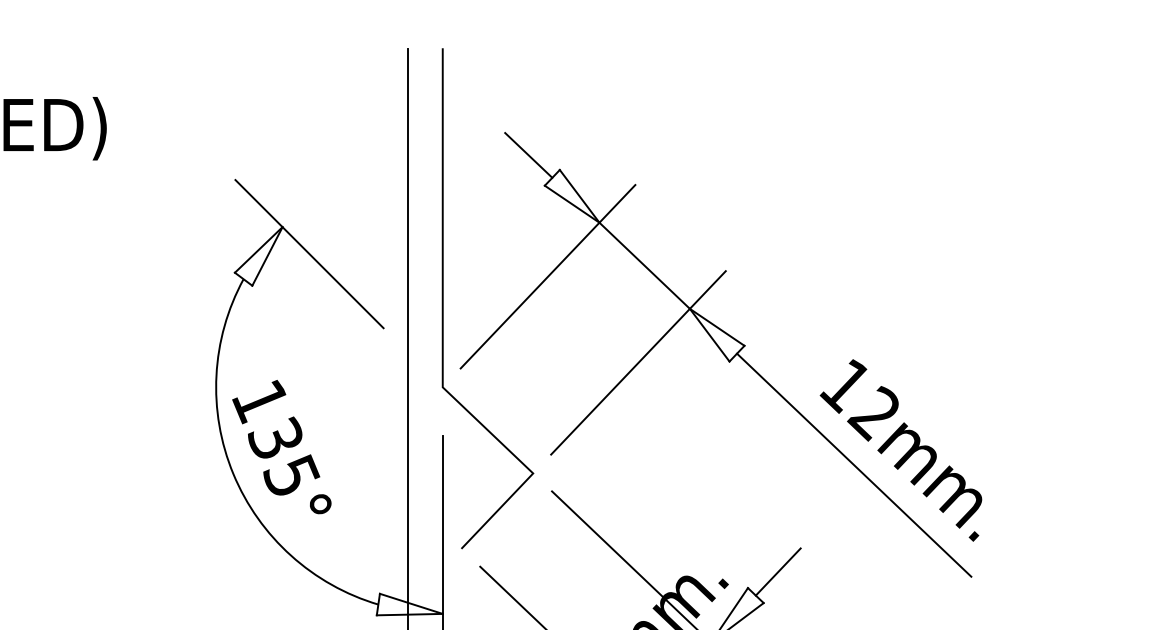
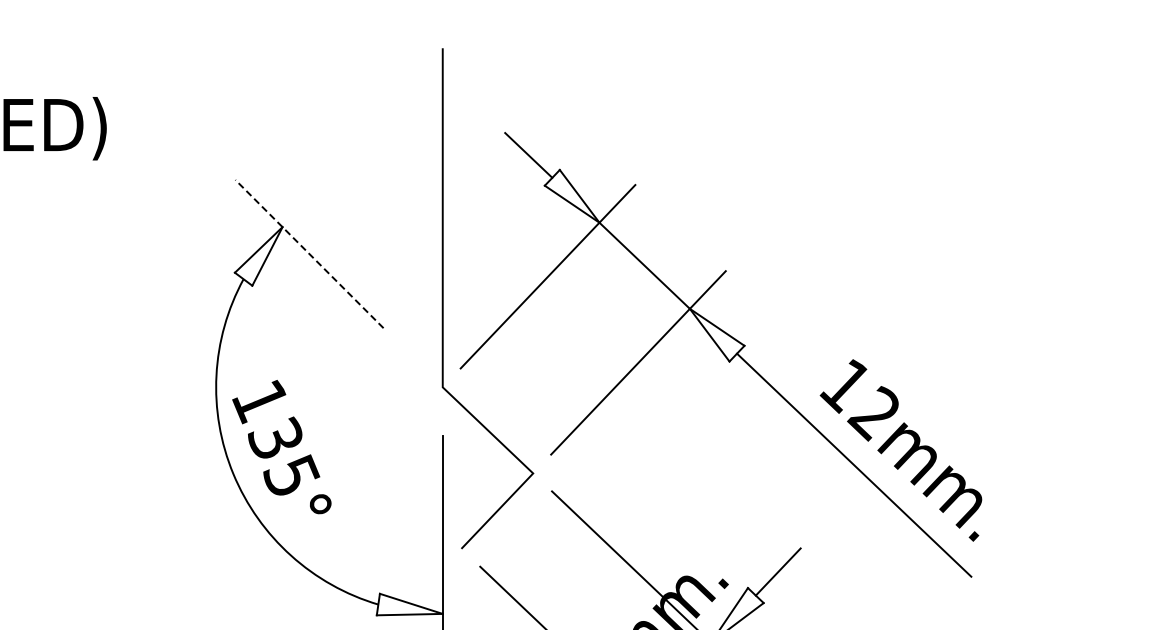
line at (309, 254): solid -> dashed
line at (407, 337): present -> none
